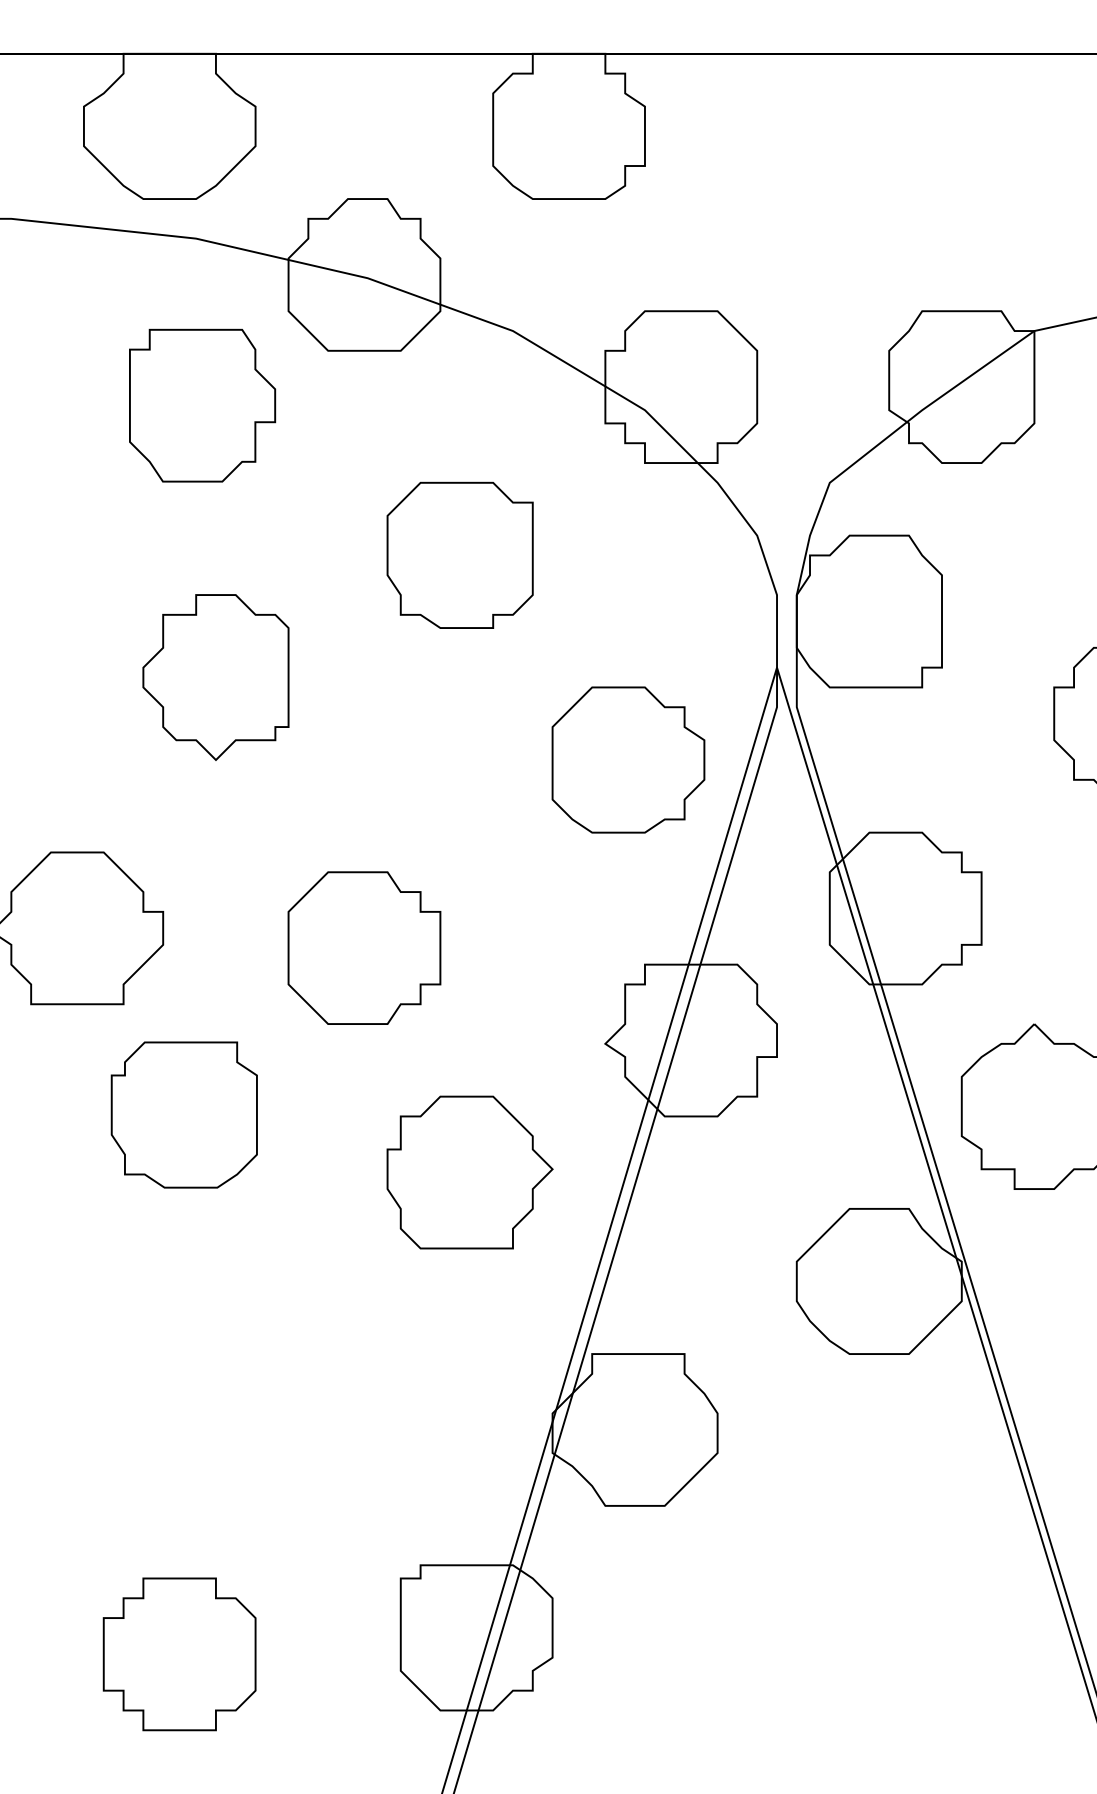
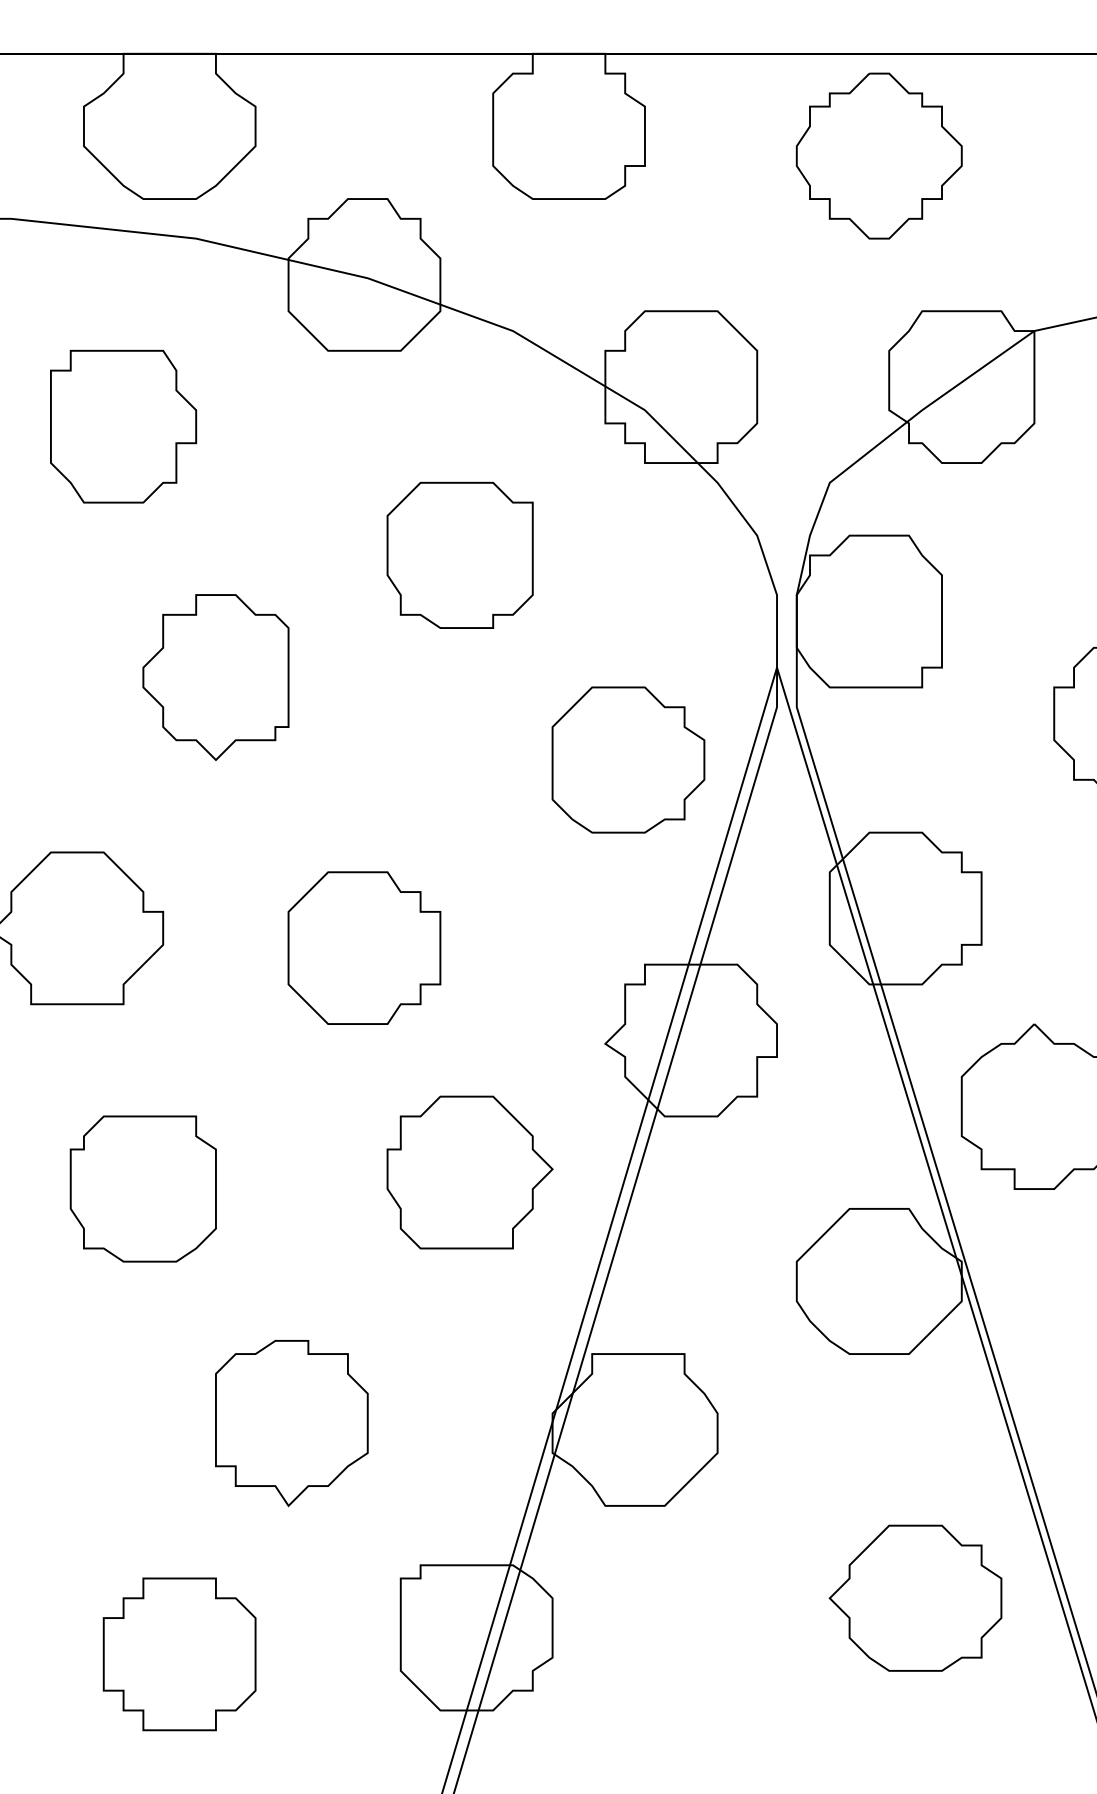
part at (878, 155): none -> present
part at (202, 405) position: (202, 405) -> (123, 426)
part at (183, 1114) position: (183, 1114) -> (142, 1188)
part at (291, 1423): none -> present
part at (915, 1597): none -> present
